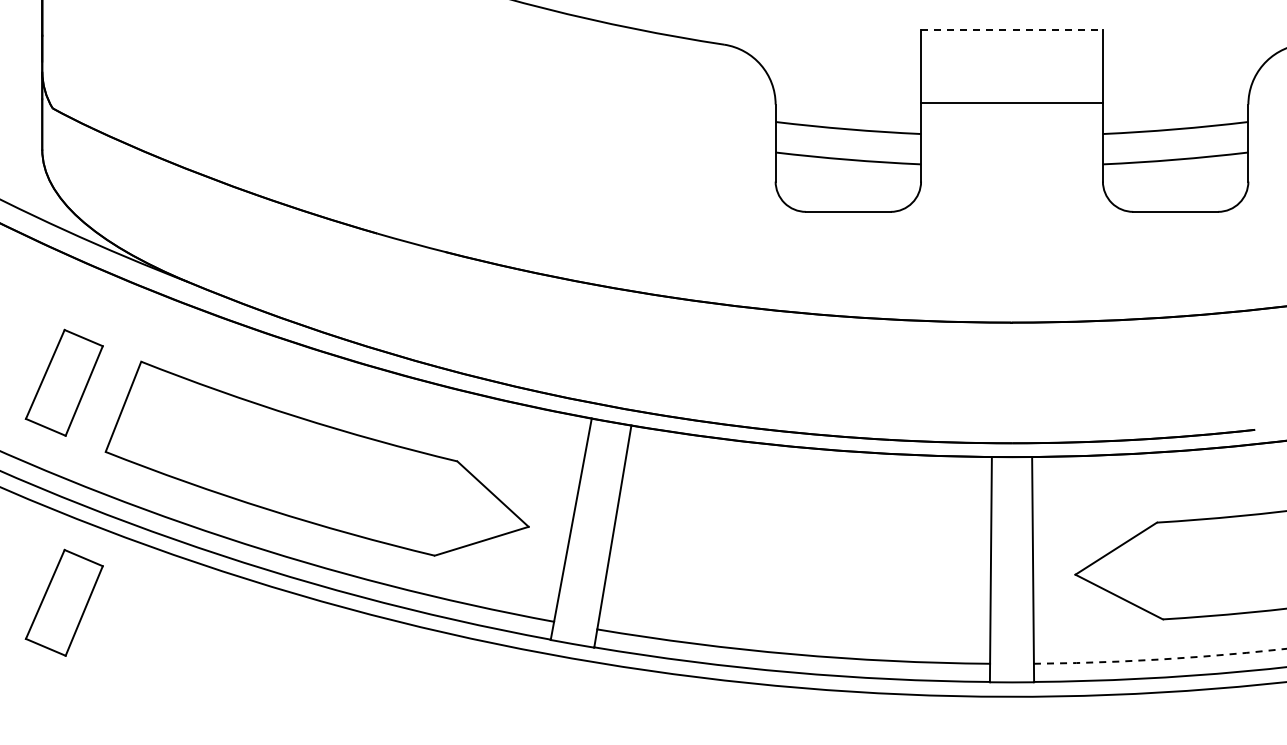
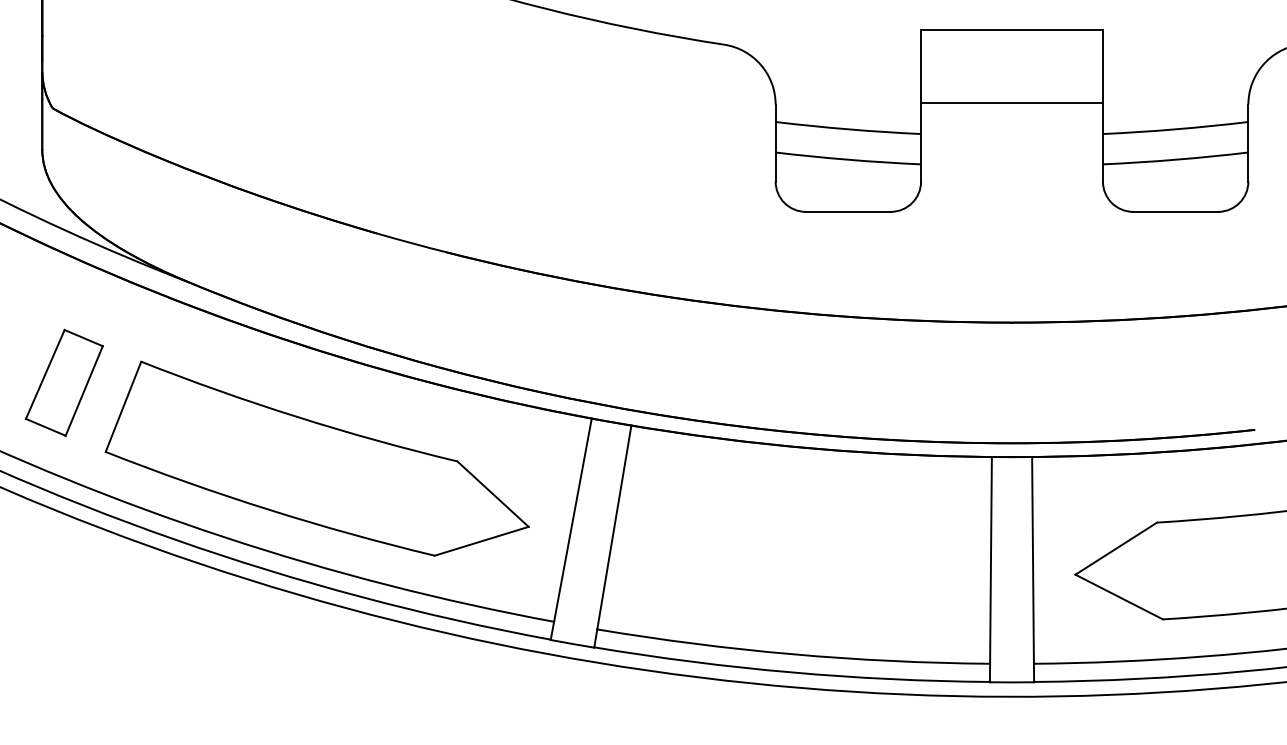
line at (1012, 30): dashed -> solid
part at (63, 602): present -> none
arc at (1161, 659): dashed -> solid
